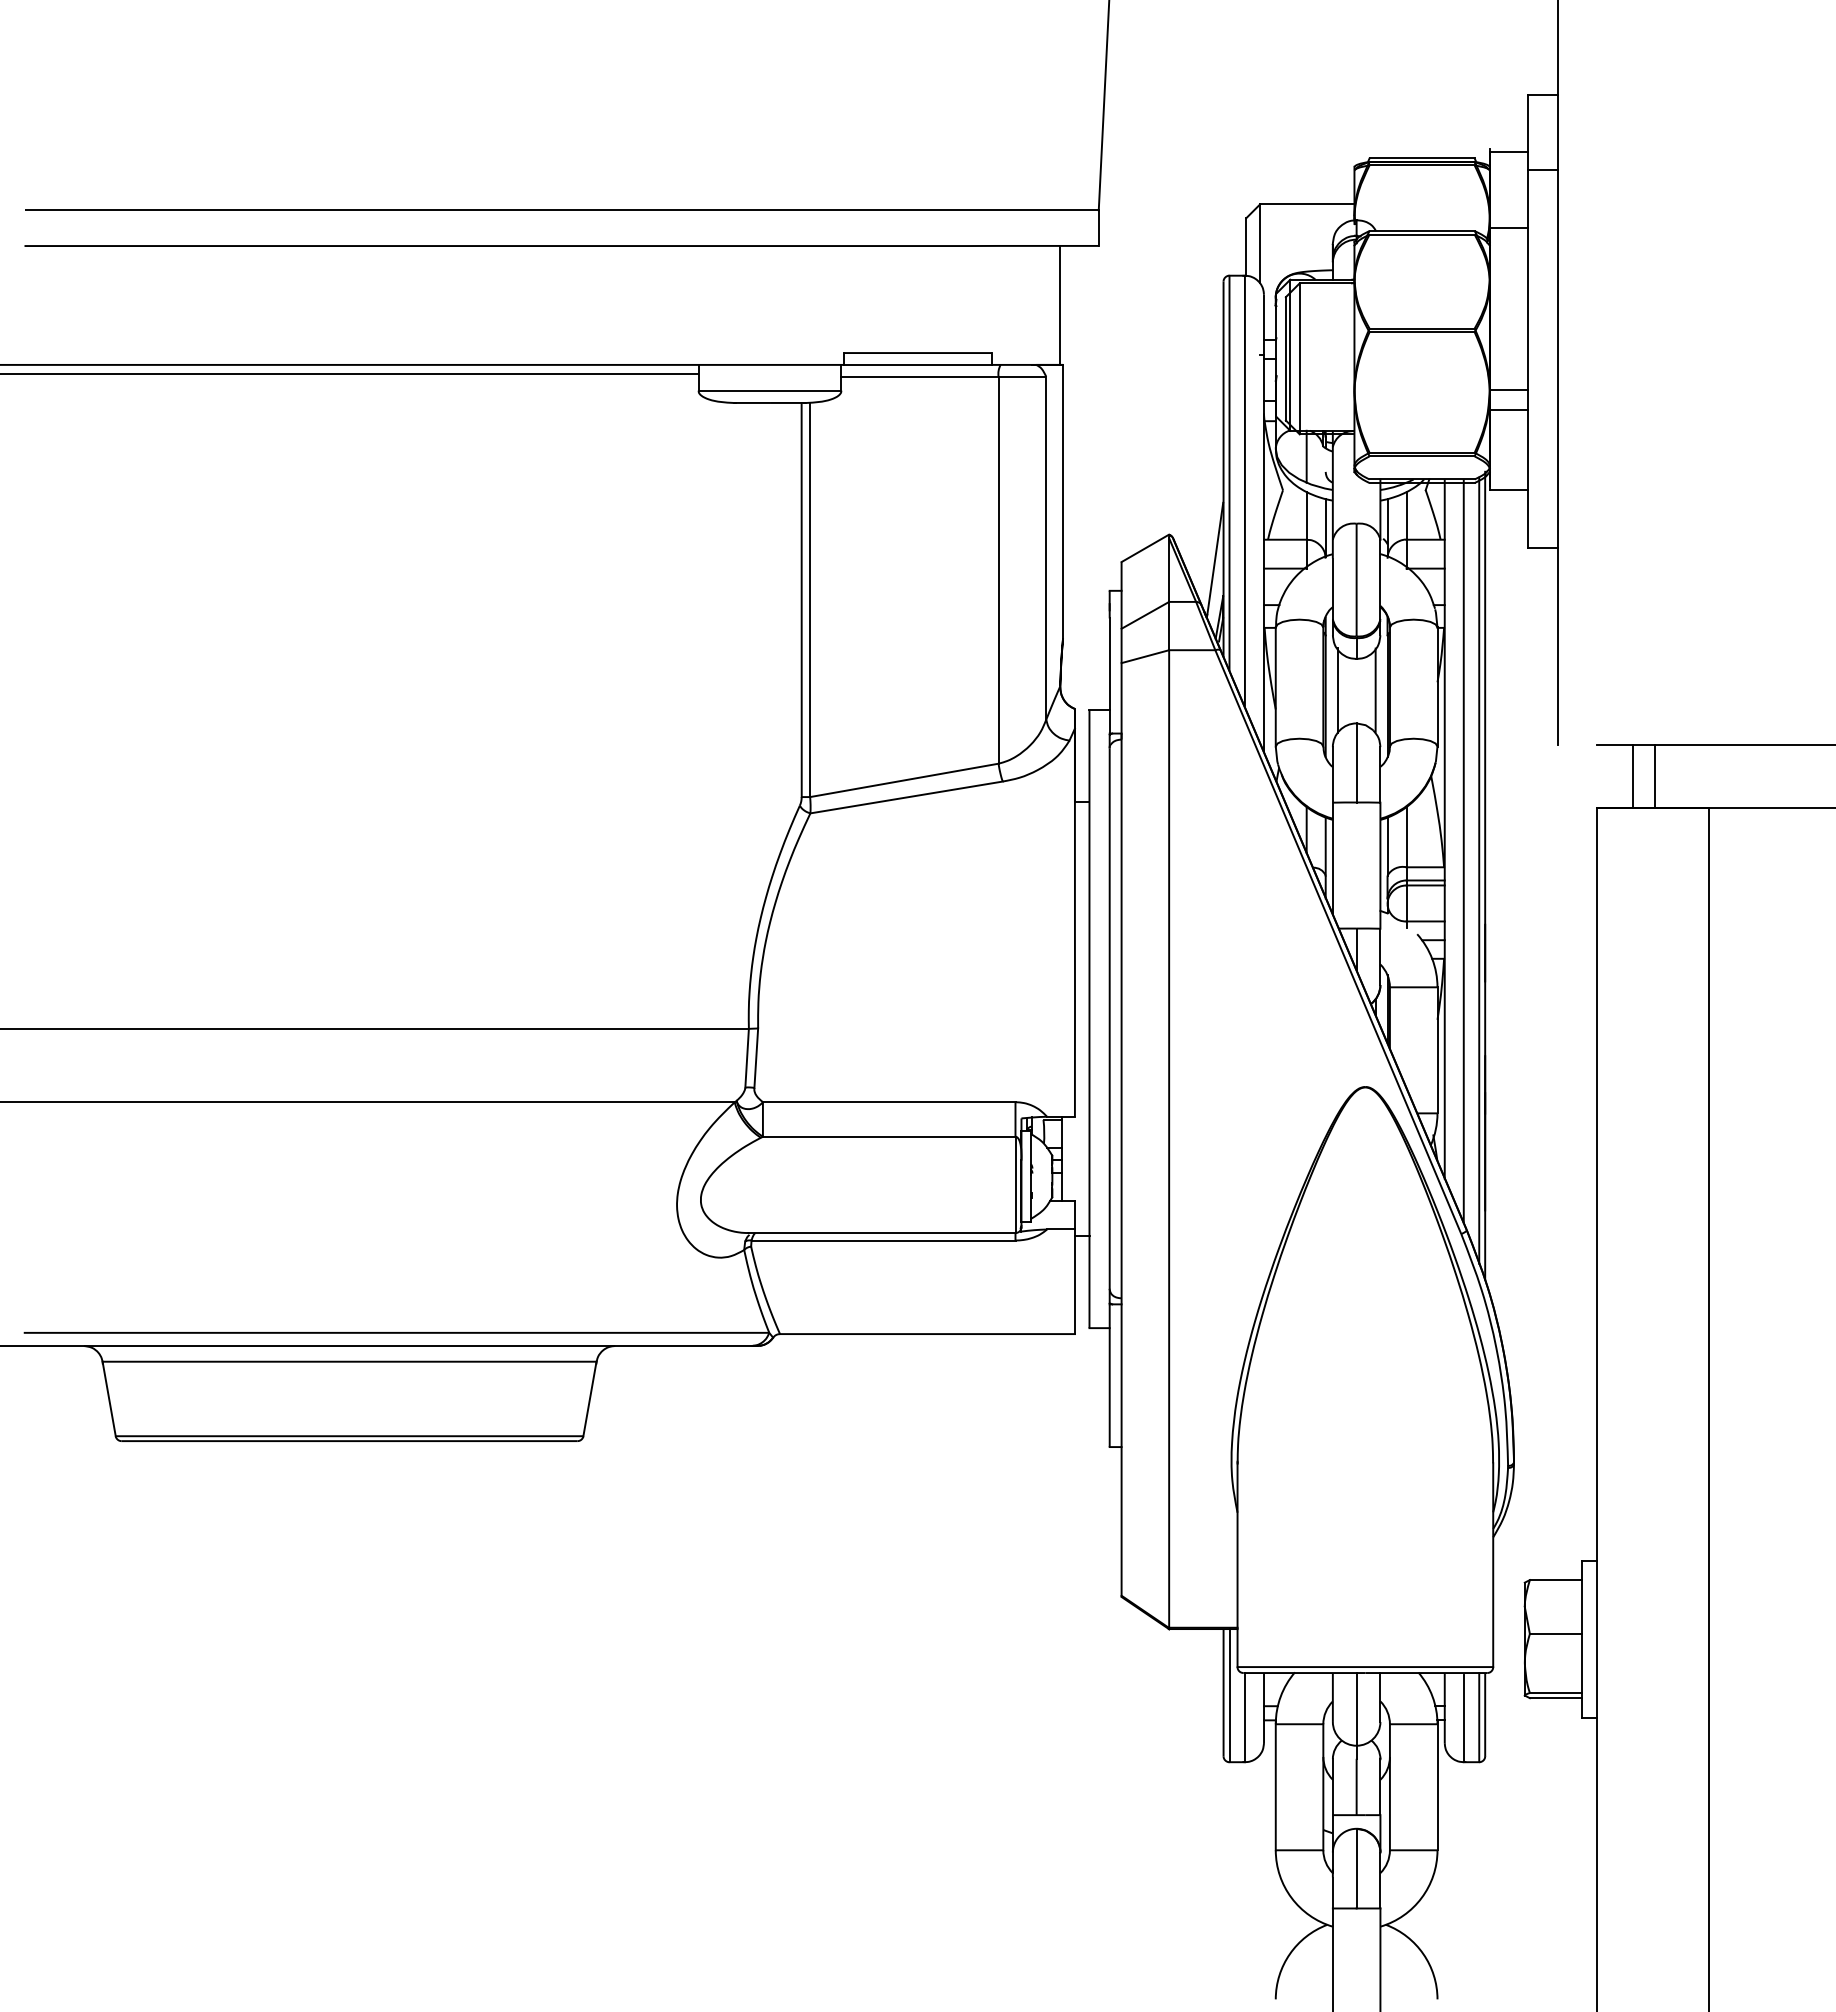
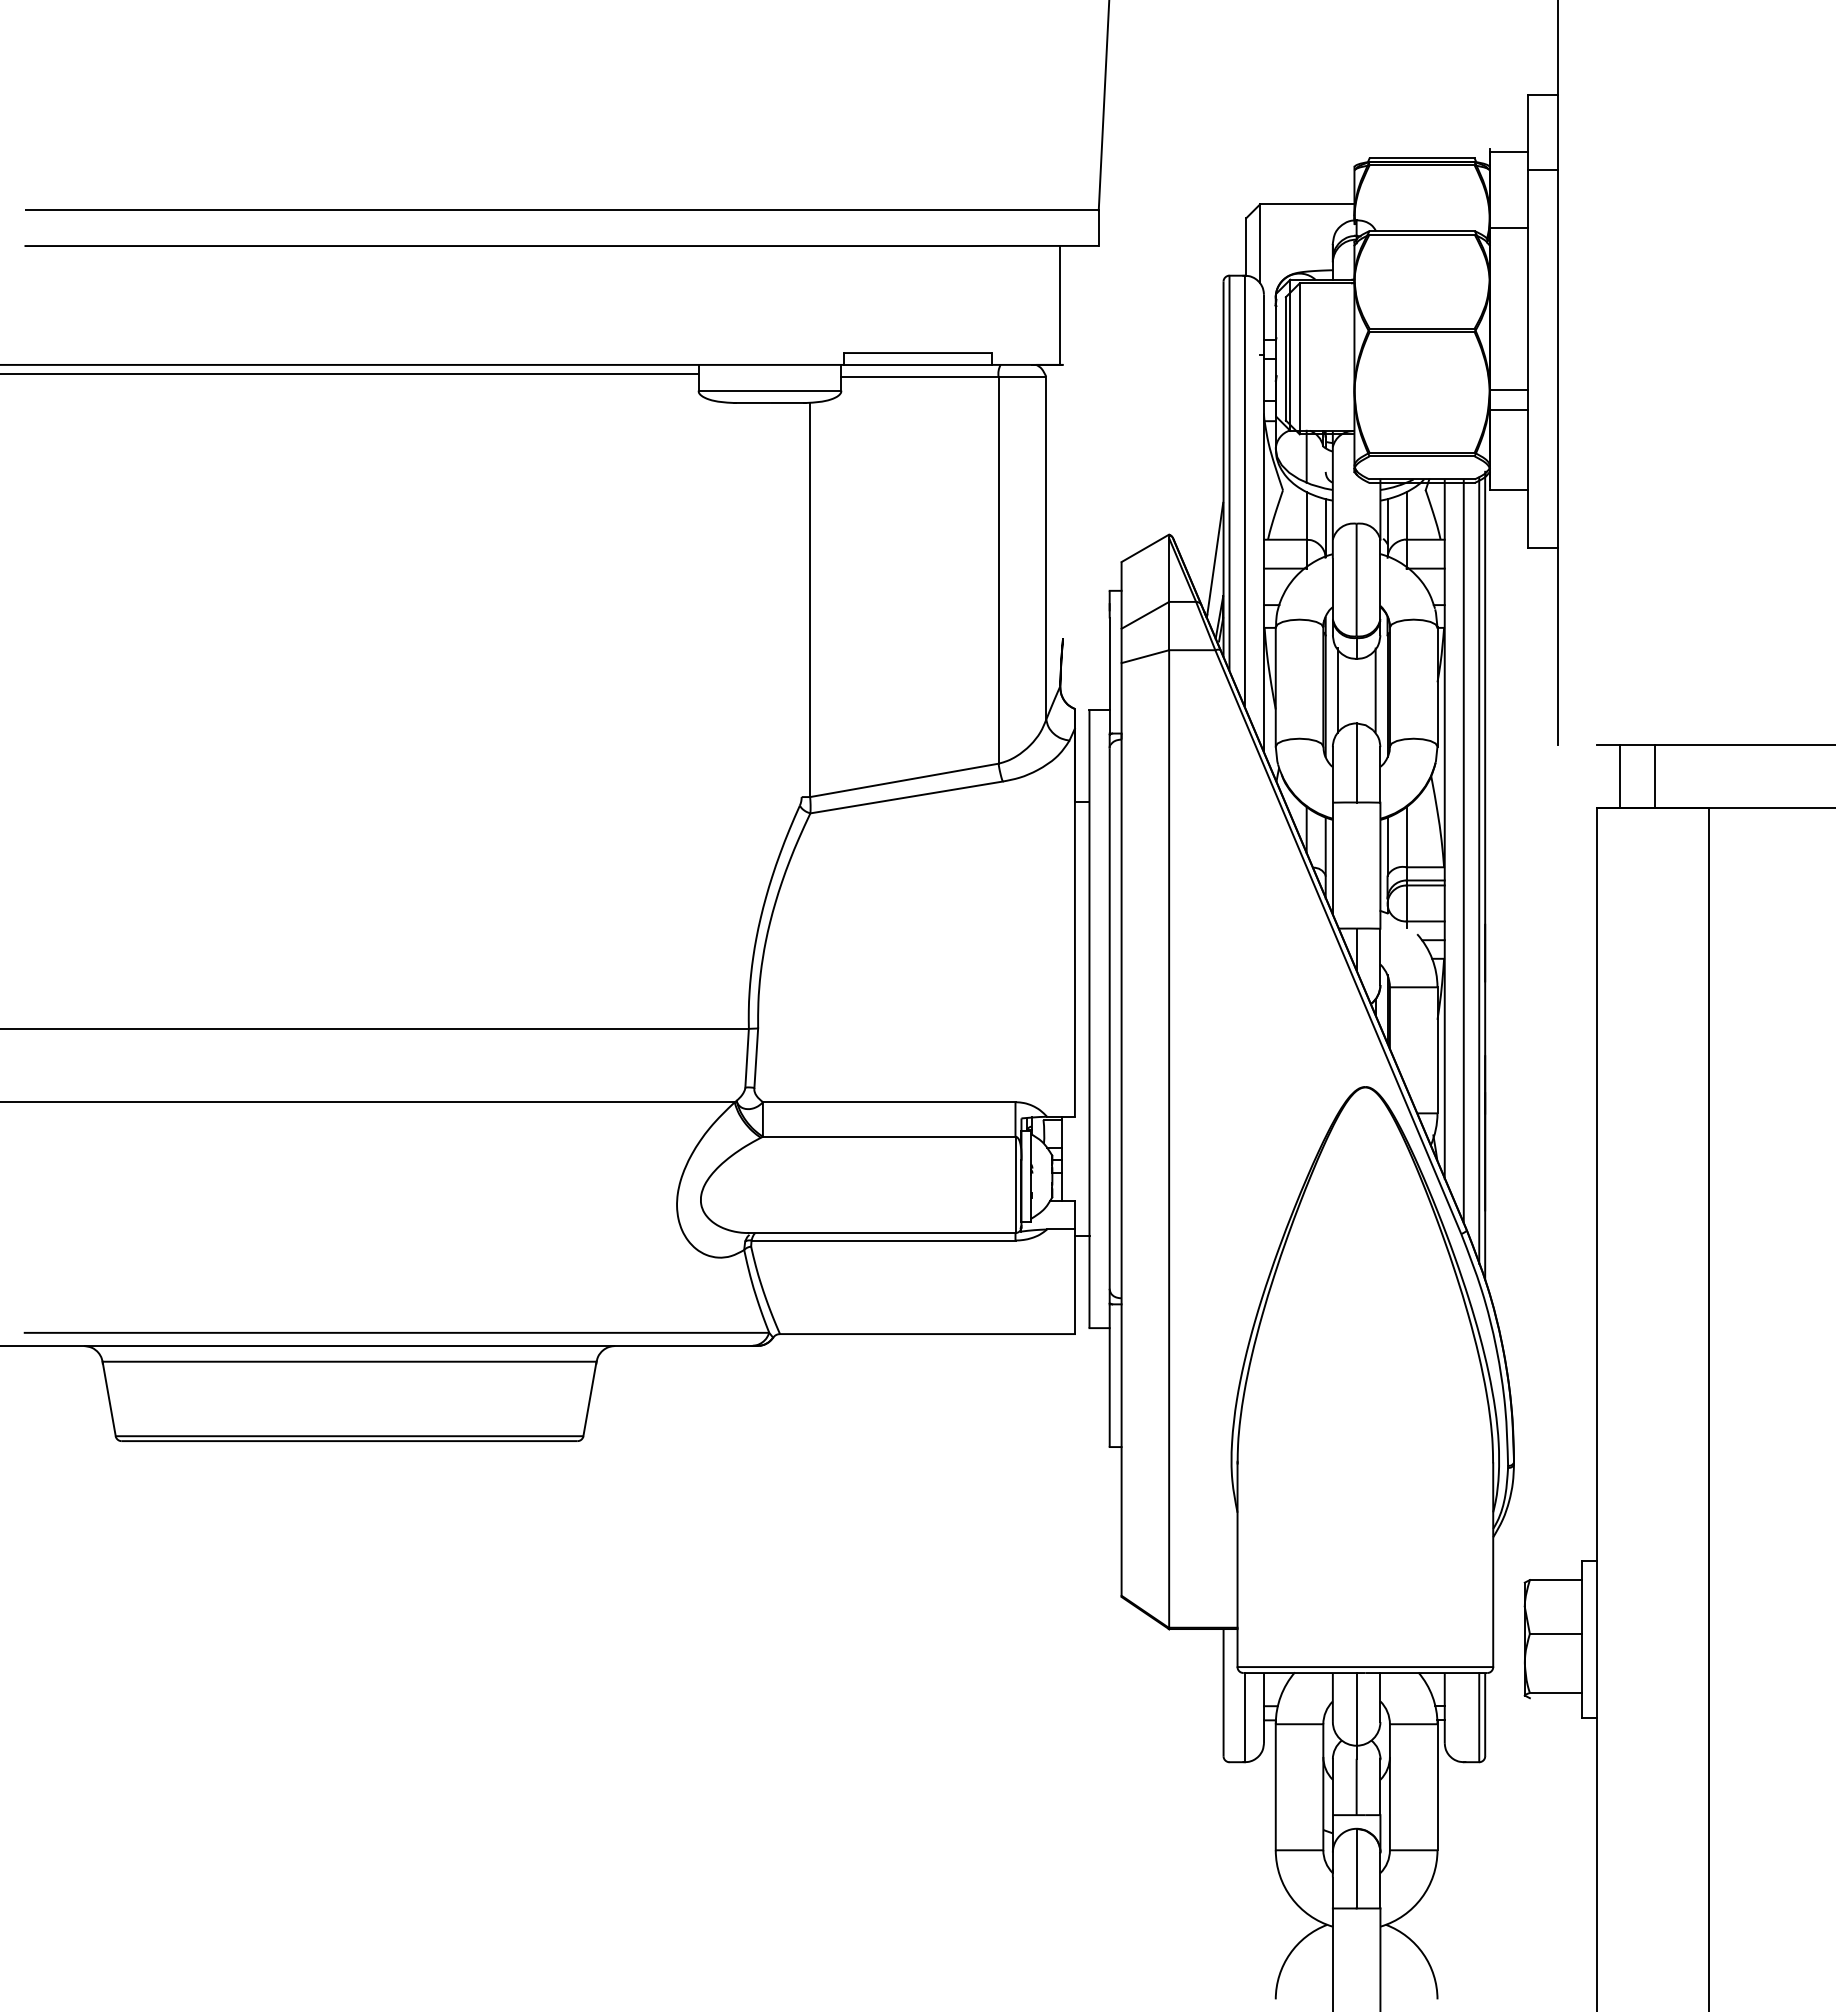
line at (1063, 501): present -> none
line at (801, 599): present -> none
line at (1633, 776) position: (1633, 776) -> (1620, 776)
line at (1229, 1695): present -> none
line at (1555, 1698): present -> none
line at (1463, 1718): present -> none
